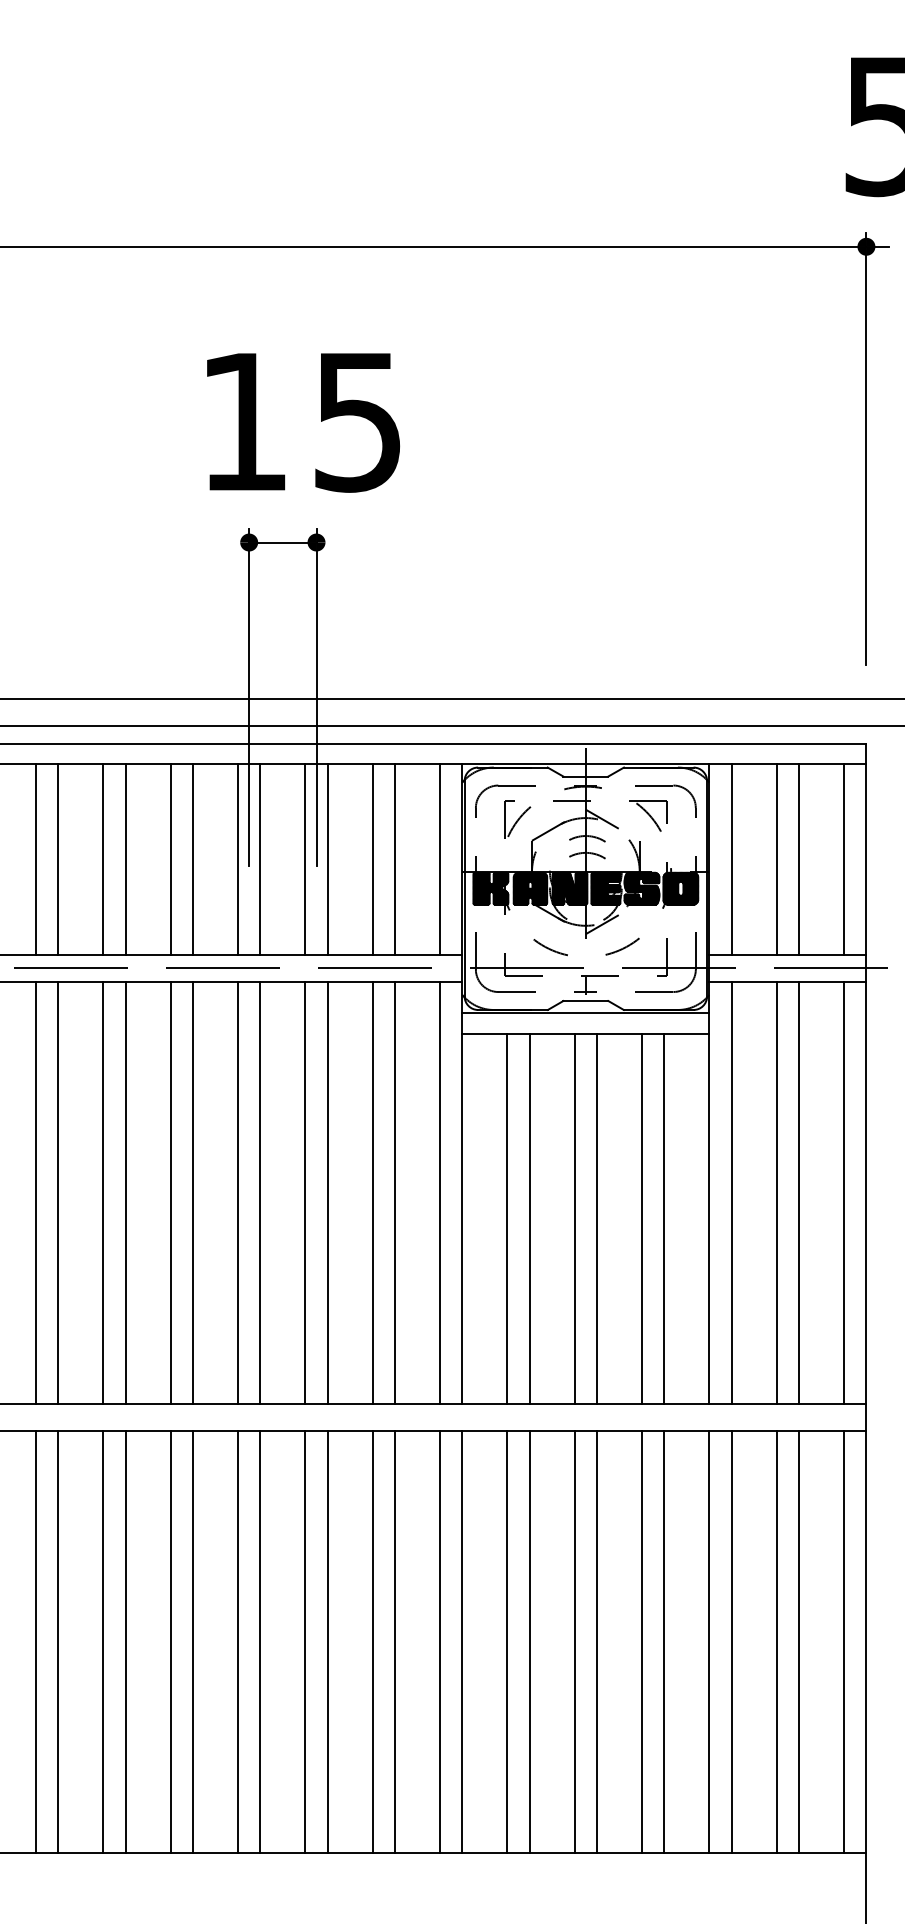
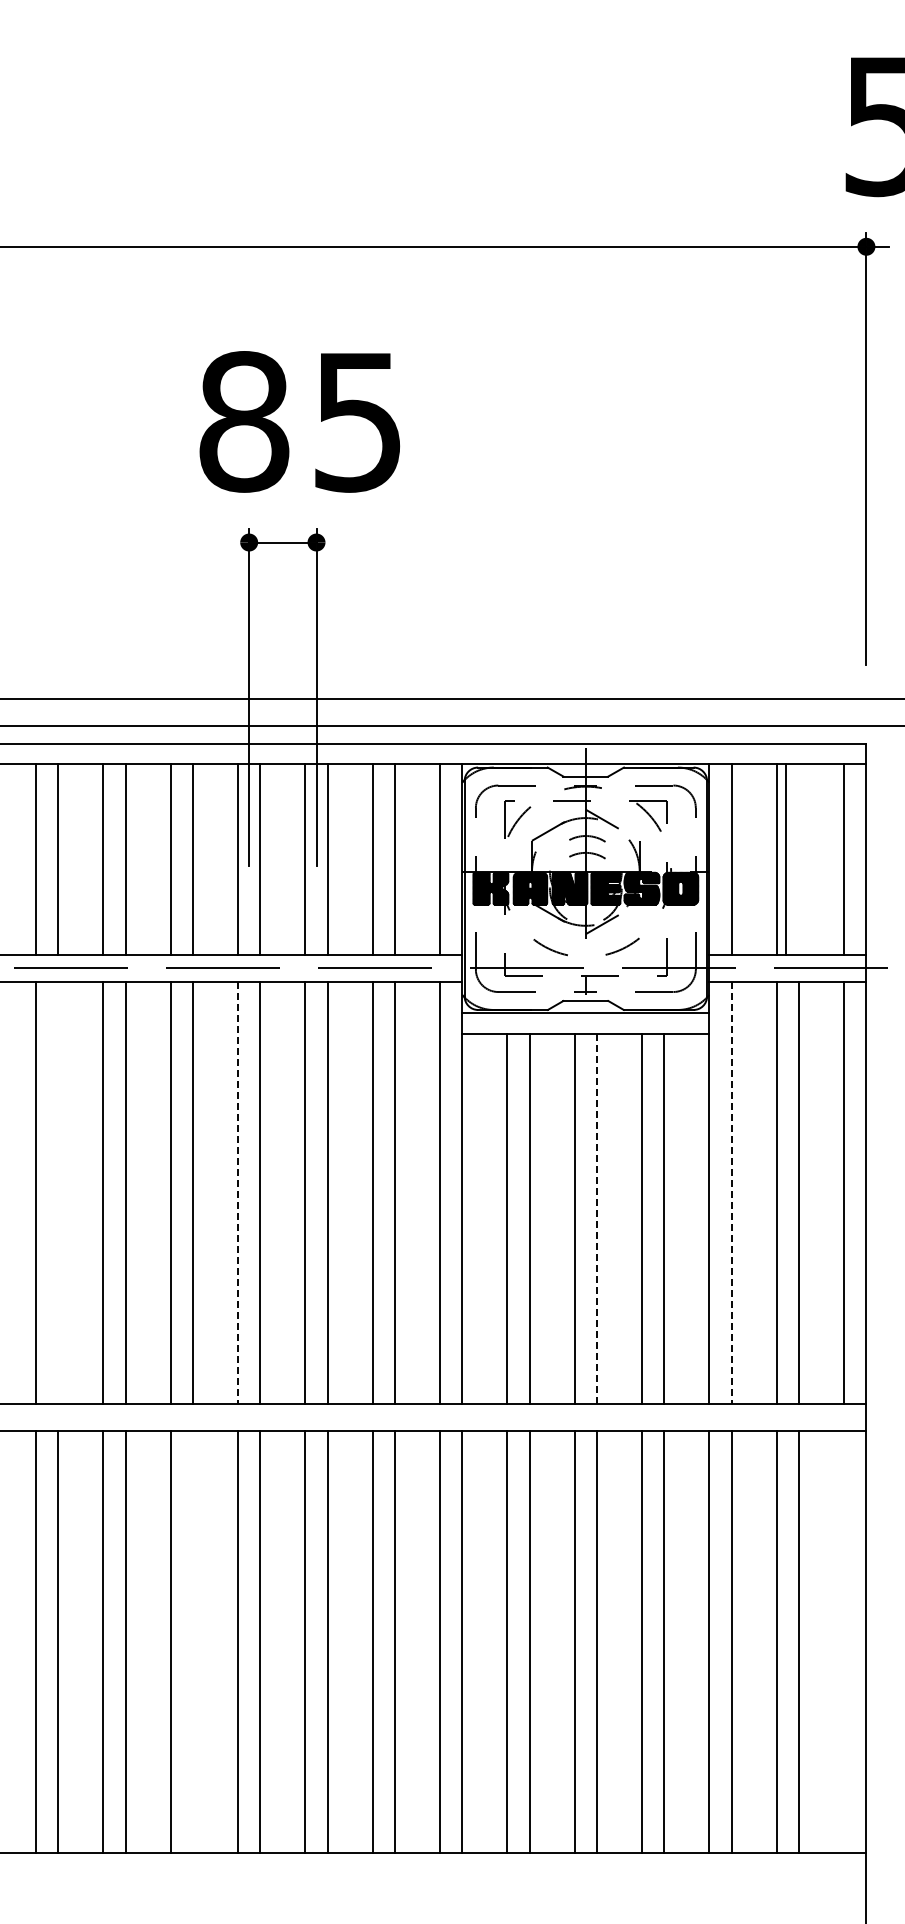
text at (244, 421): 15 -> 85
line at (799, 859) position: (799, 859) -> (786, 859)
line at (58, 1192): present -> none
line at (237, 1192): solid -> dashed
line at (731, 1192): solid -> dashed
line at (597, 1219): solid -> dashed
line at (193, 1641): present -> none
line at (843, 1641): present -> none
